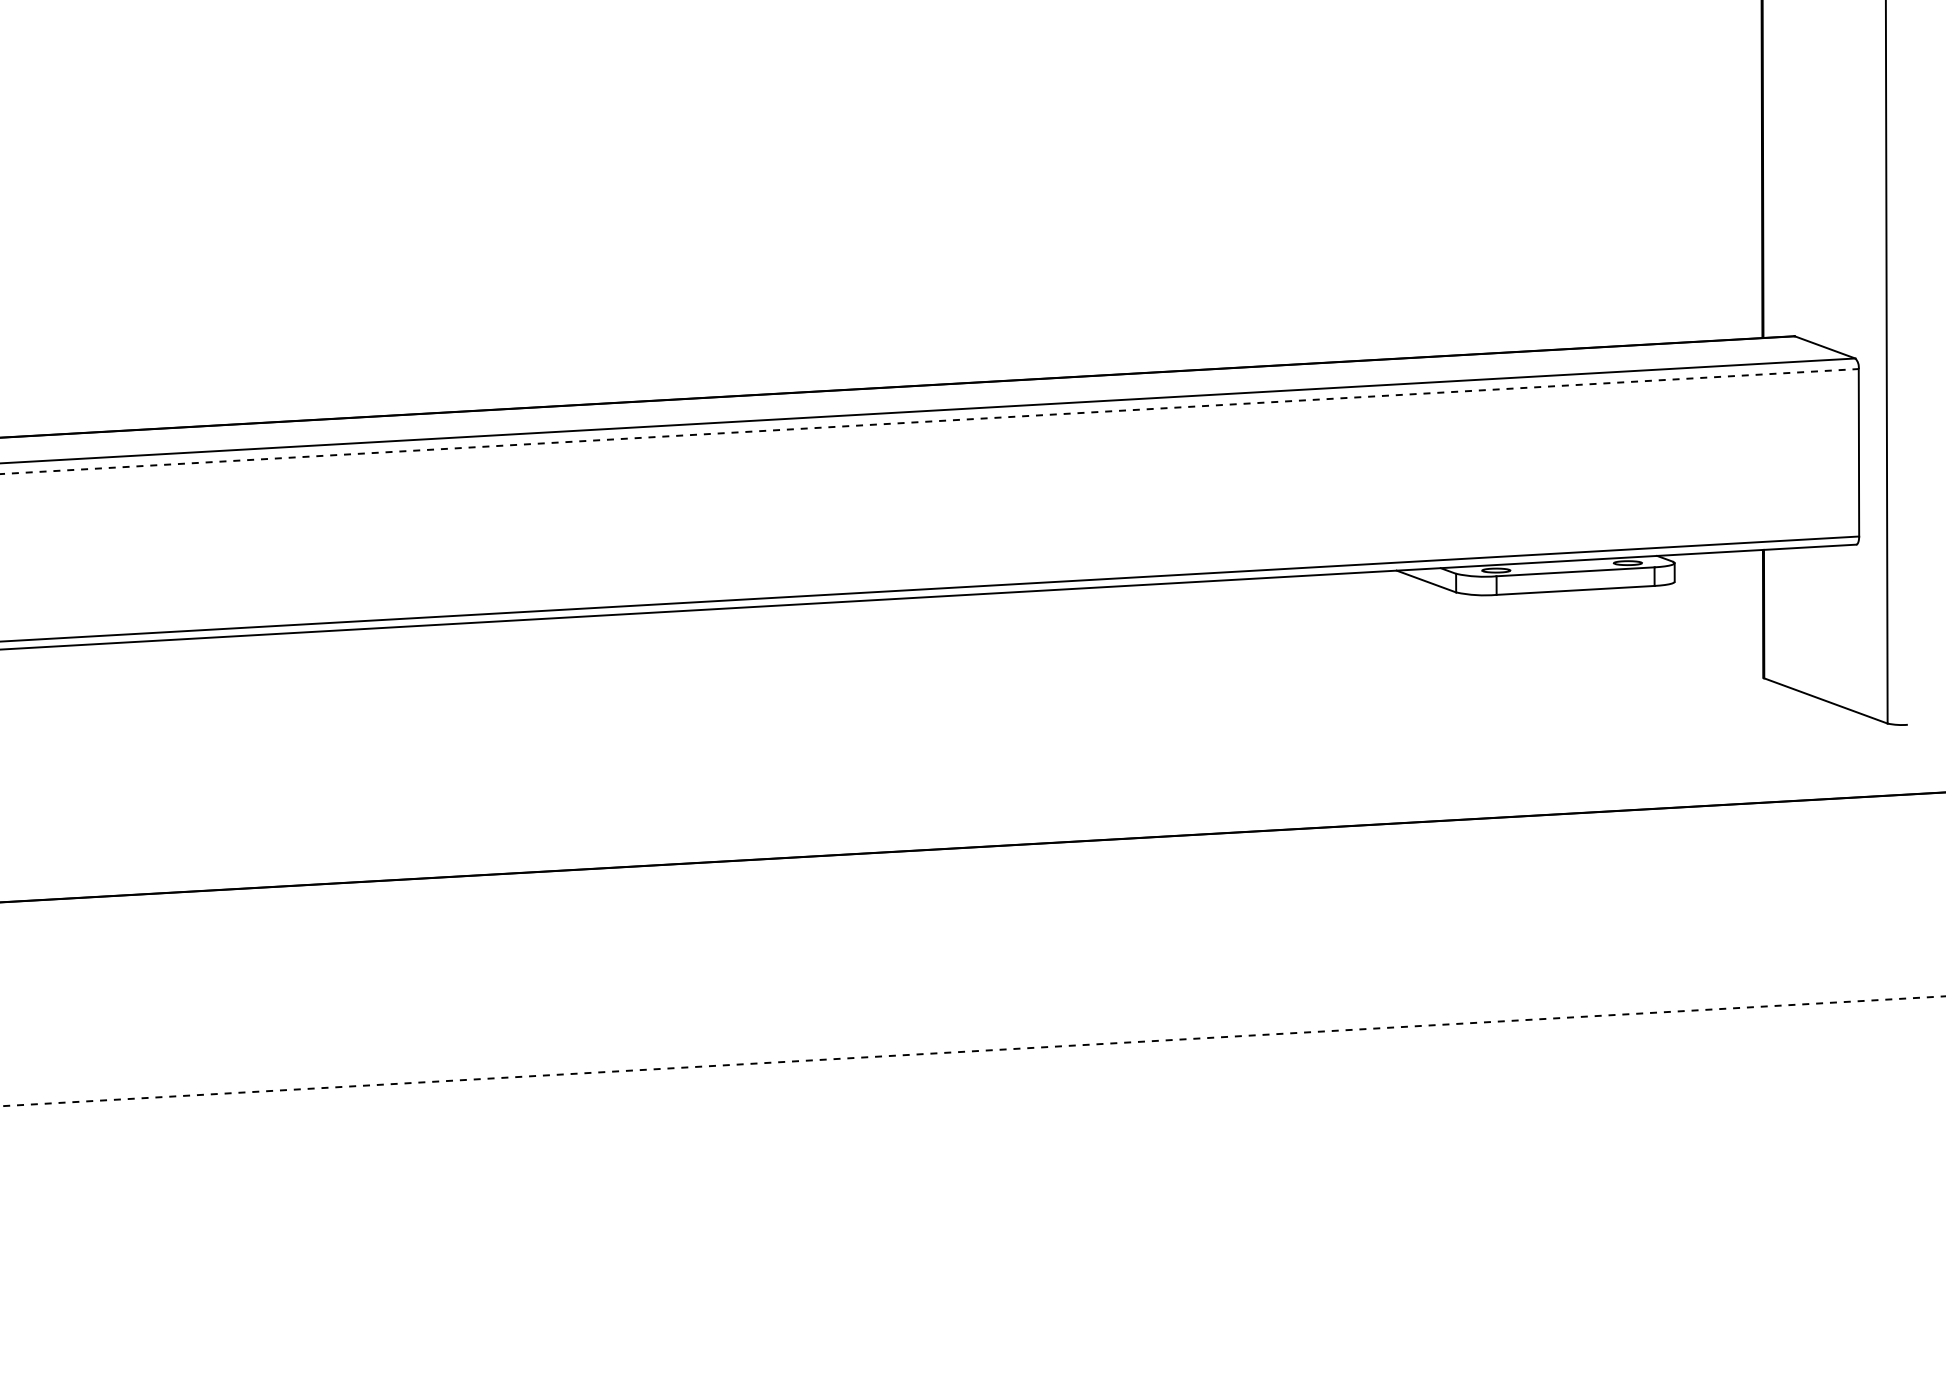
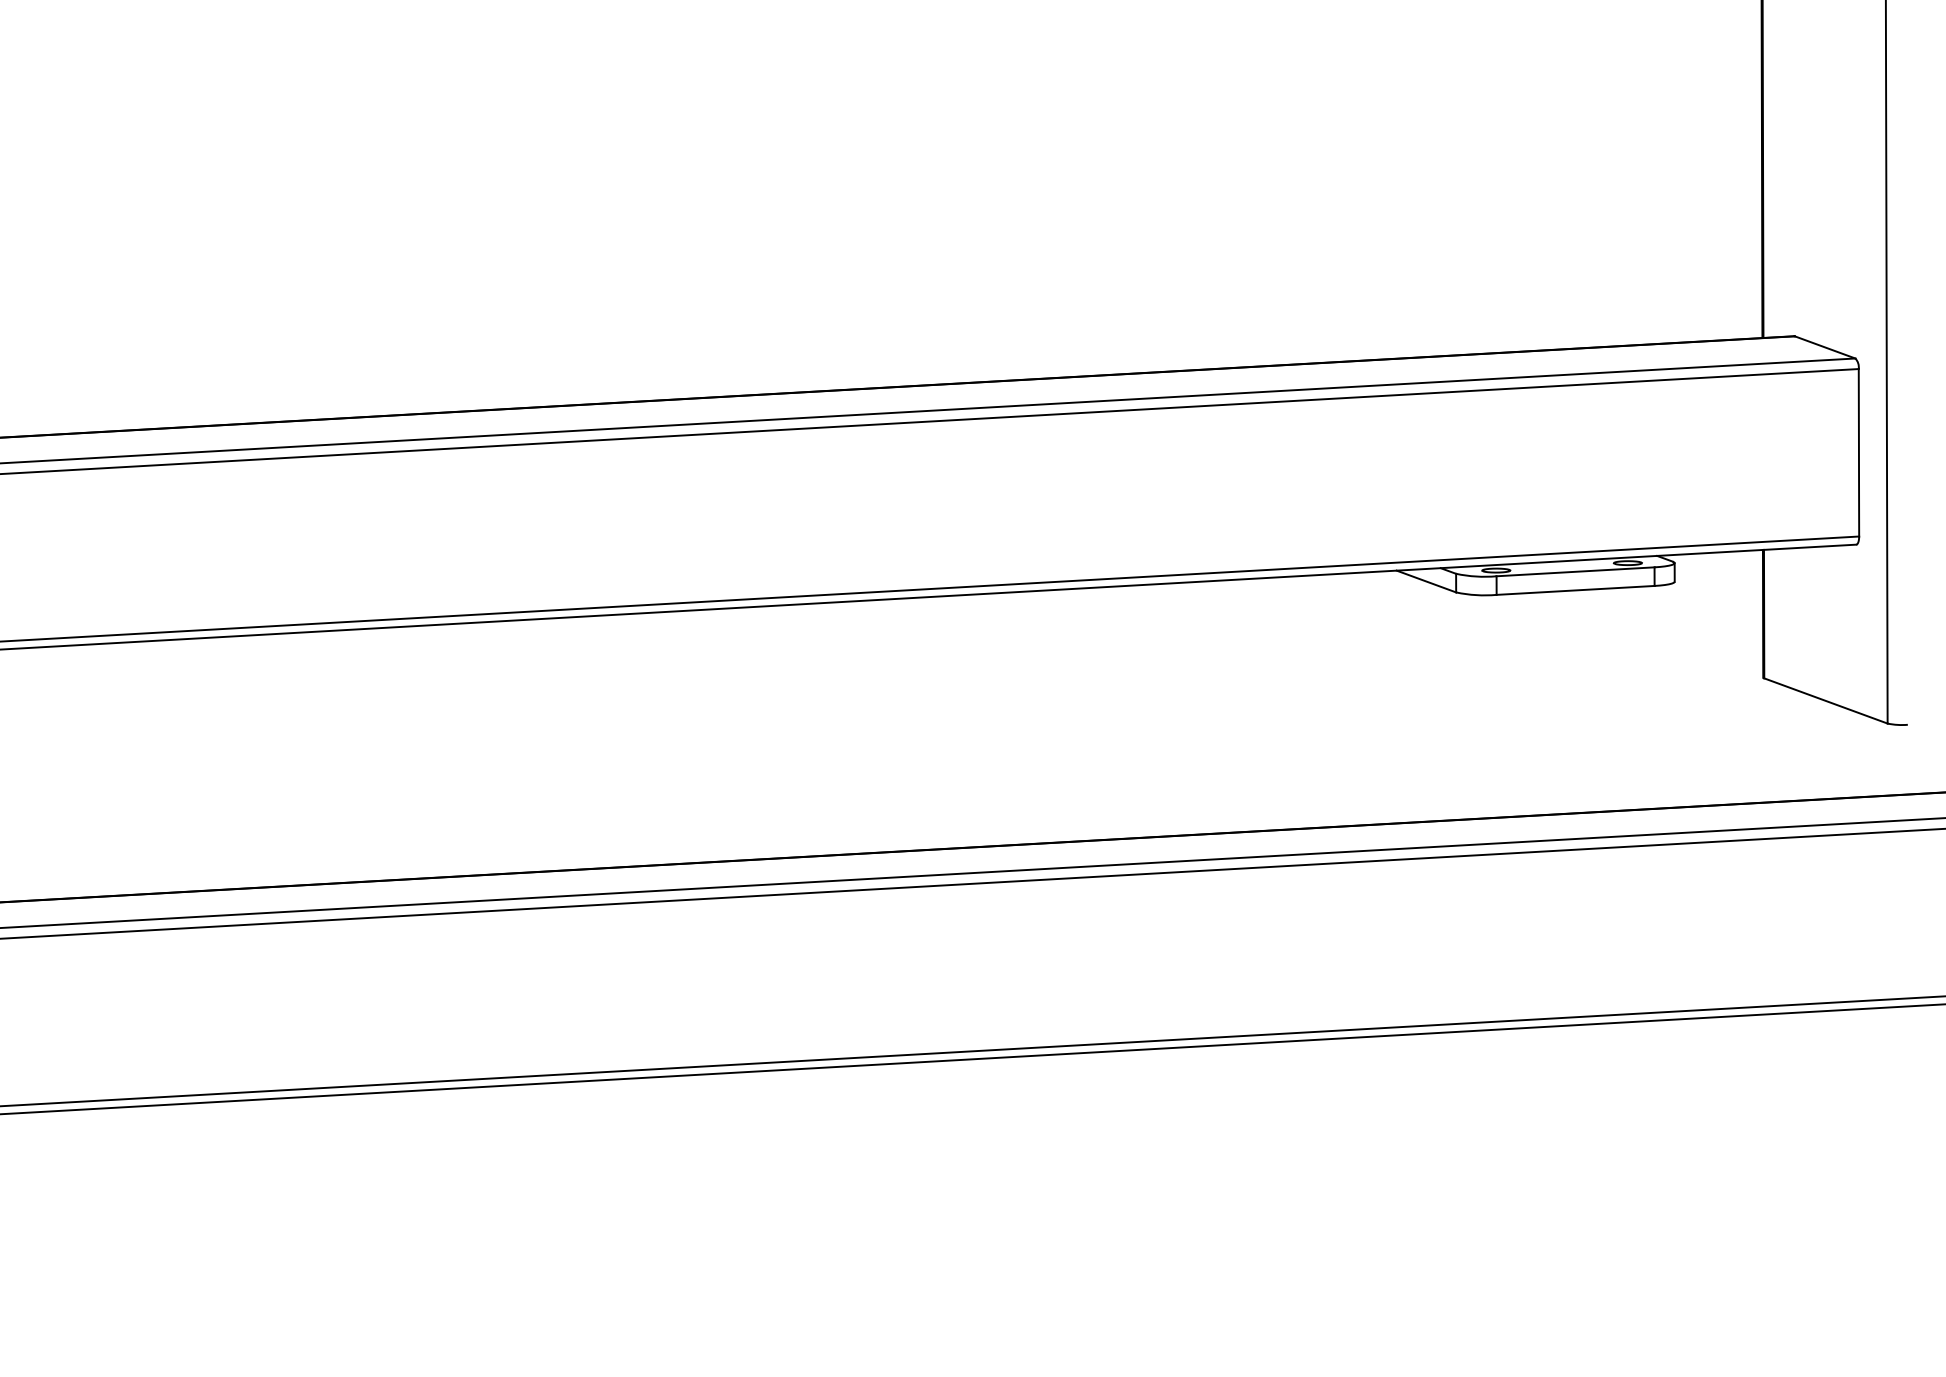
line at (930, 421): dashed -> solid
line at (972, 872): none -> present
line at (972, 883): none -> present
line at (973, 1051): dashed -> solid
line at (972, 1059): none -> present
